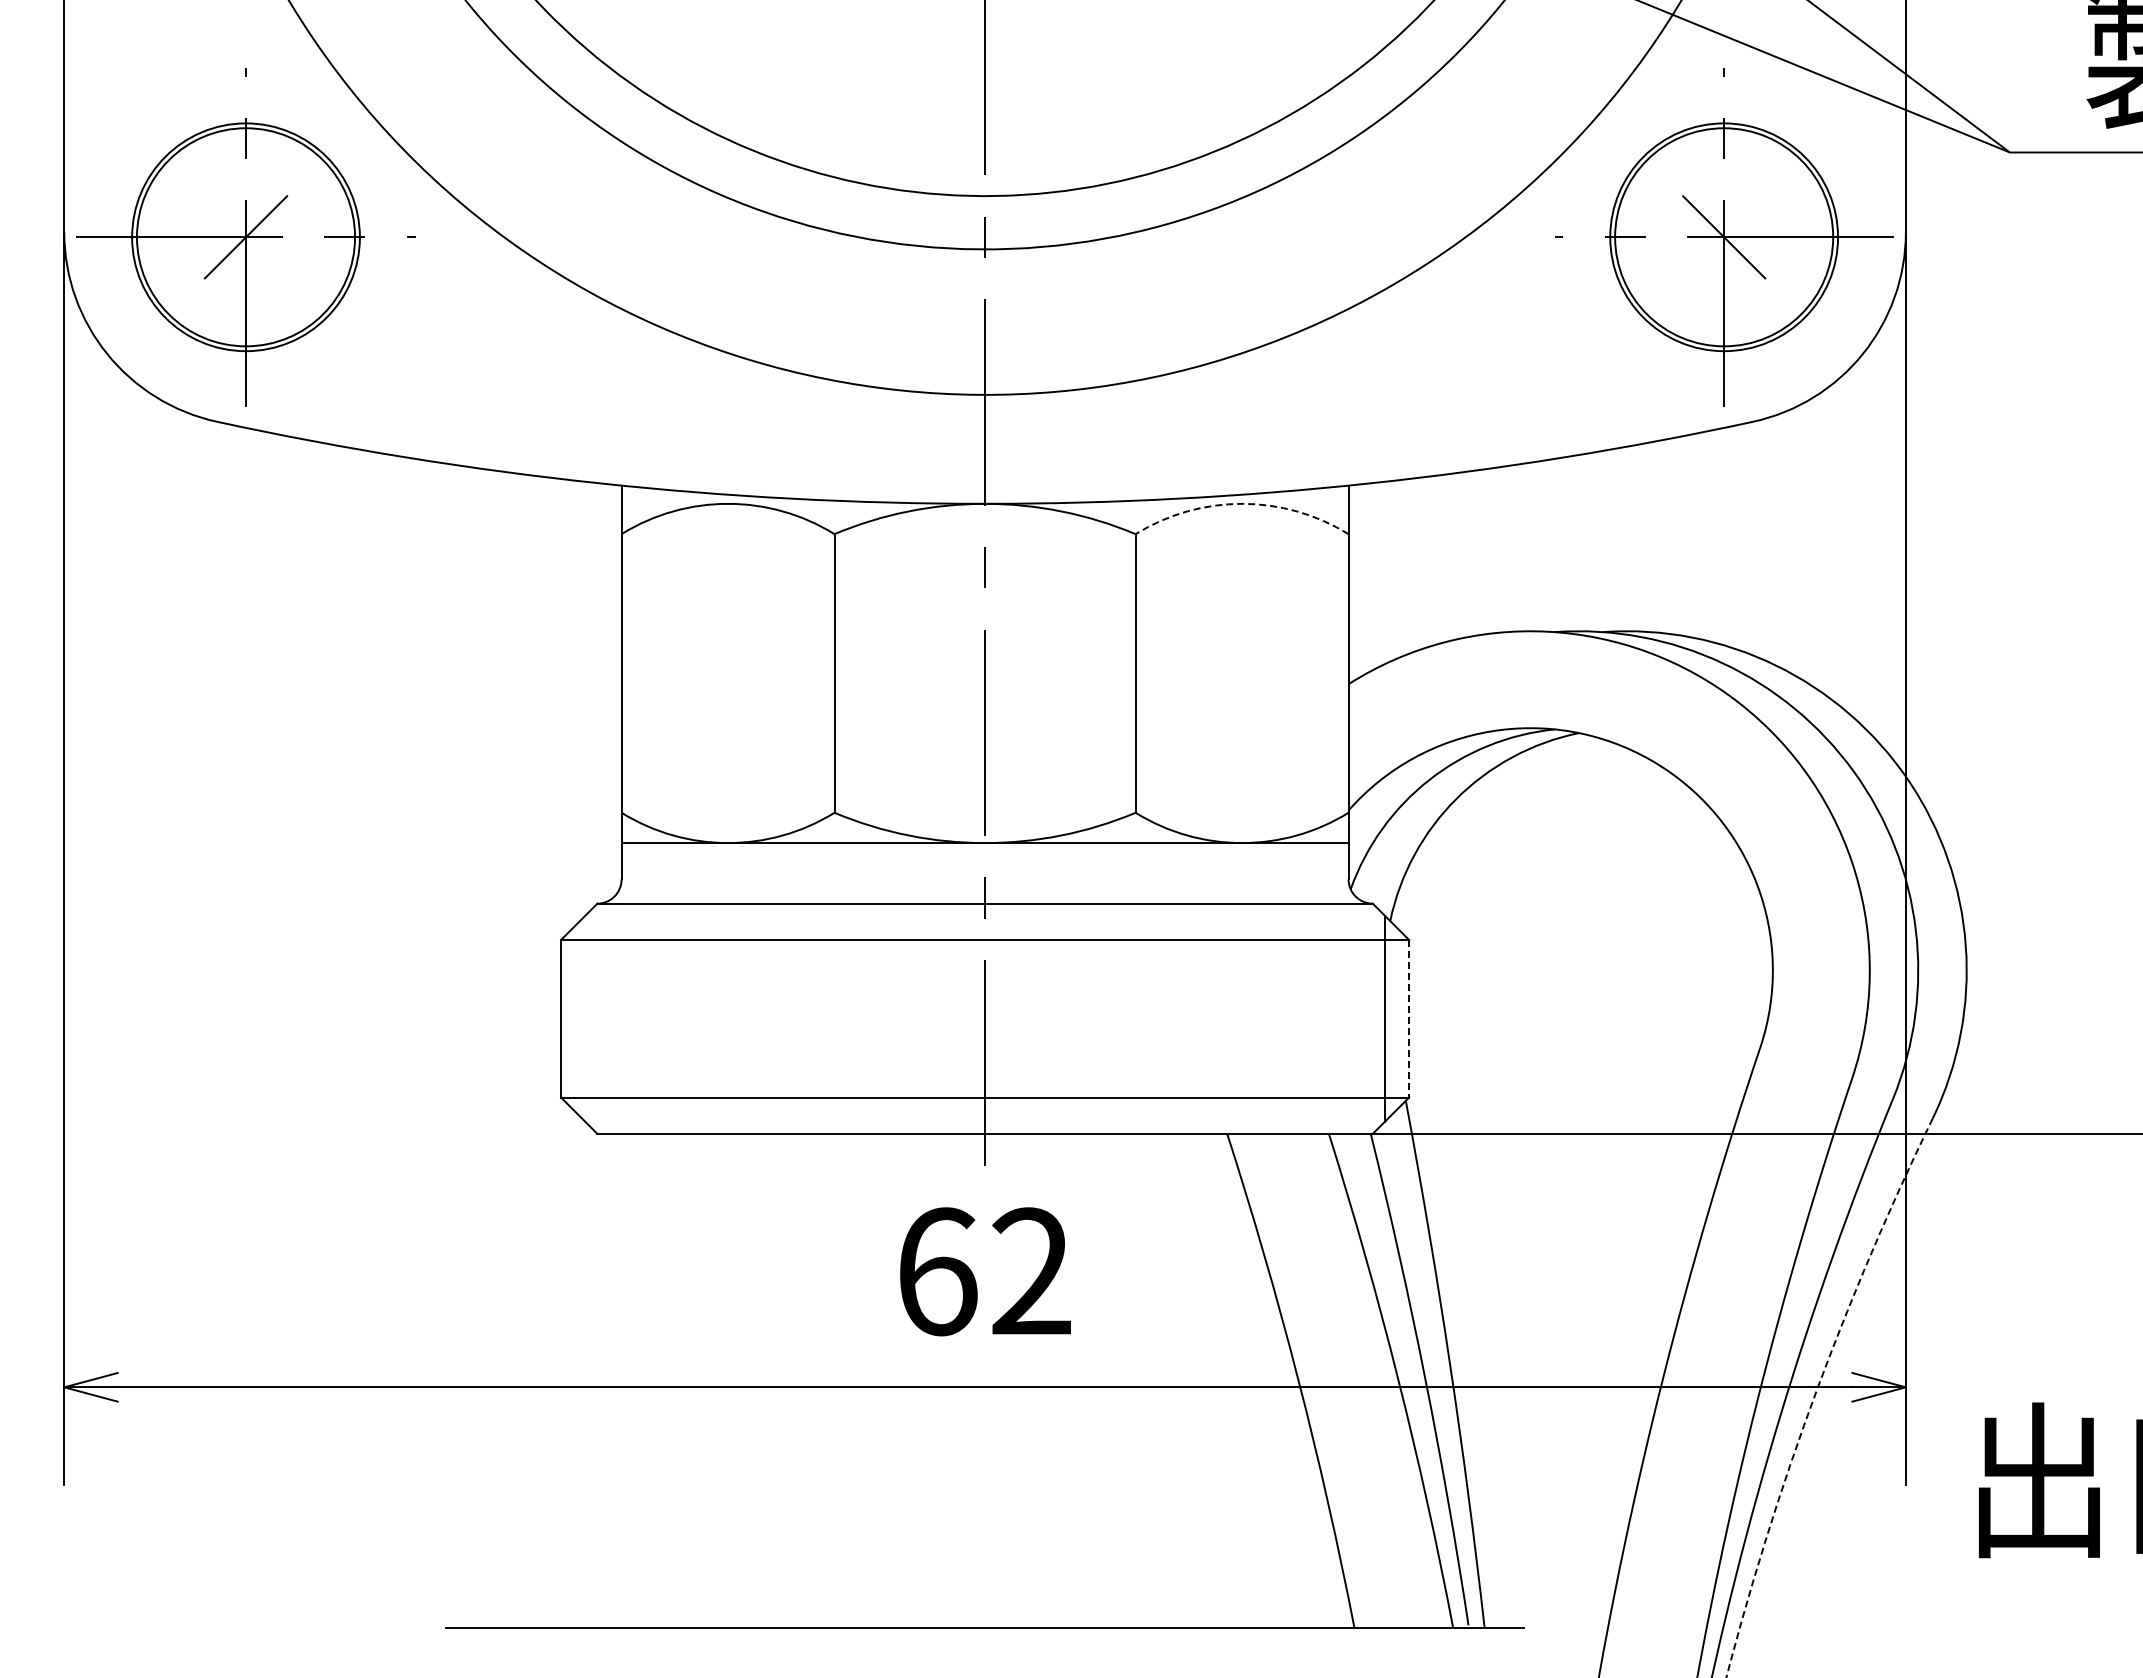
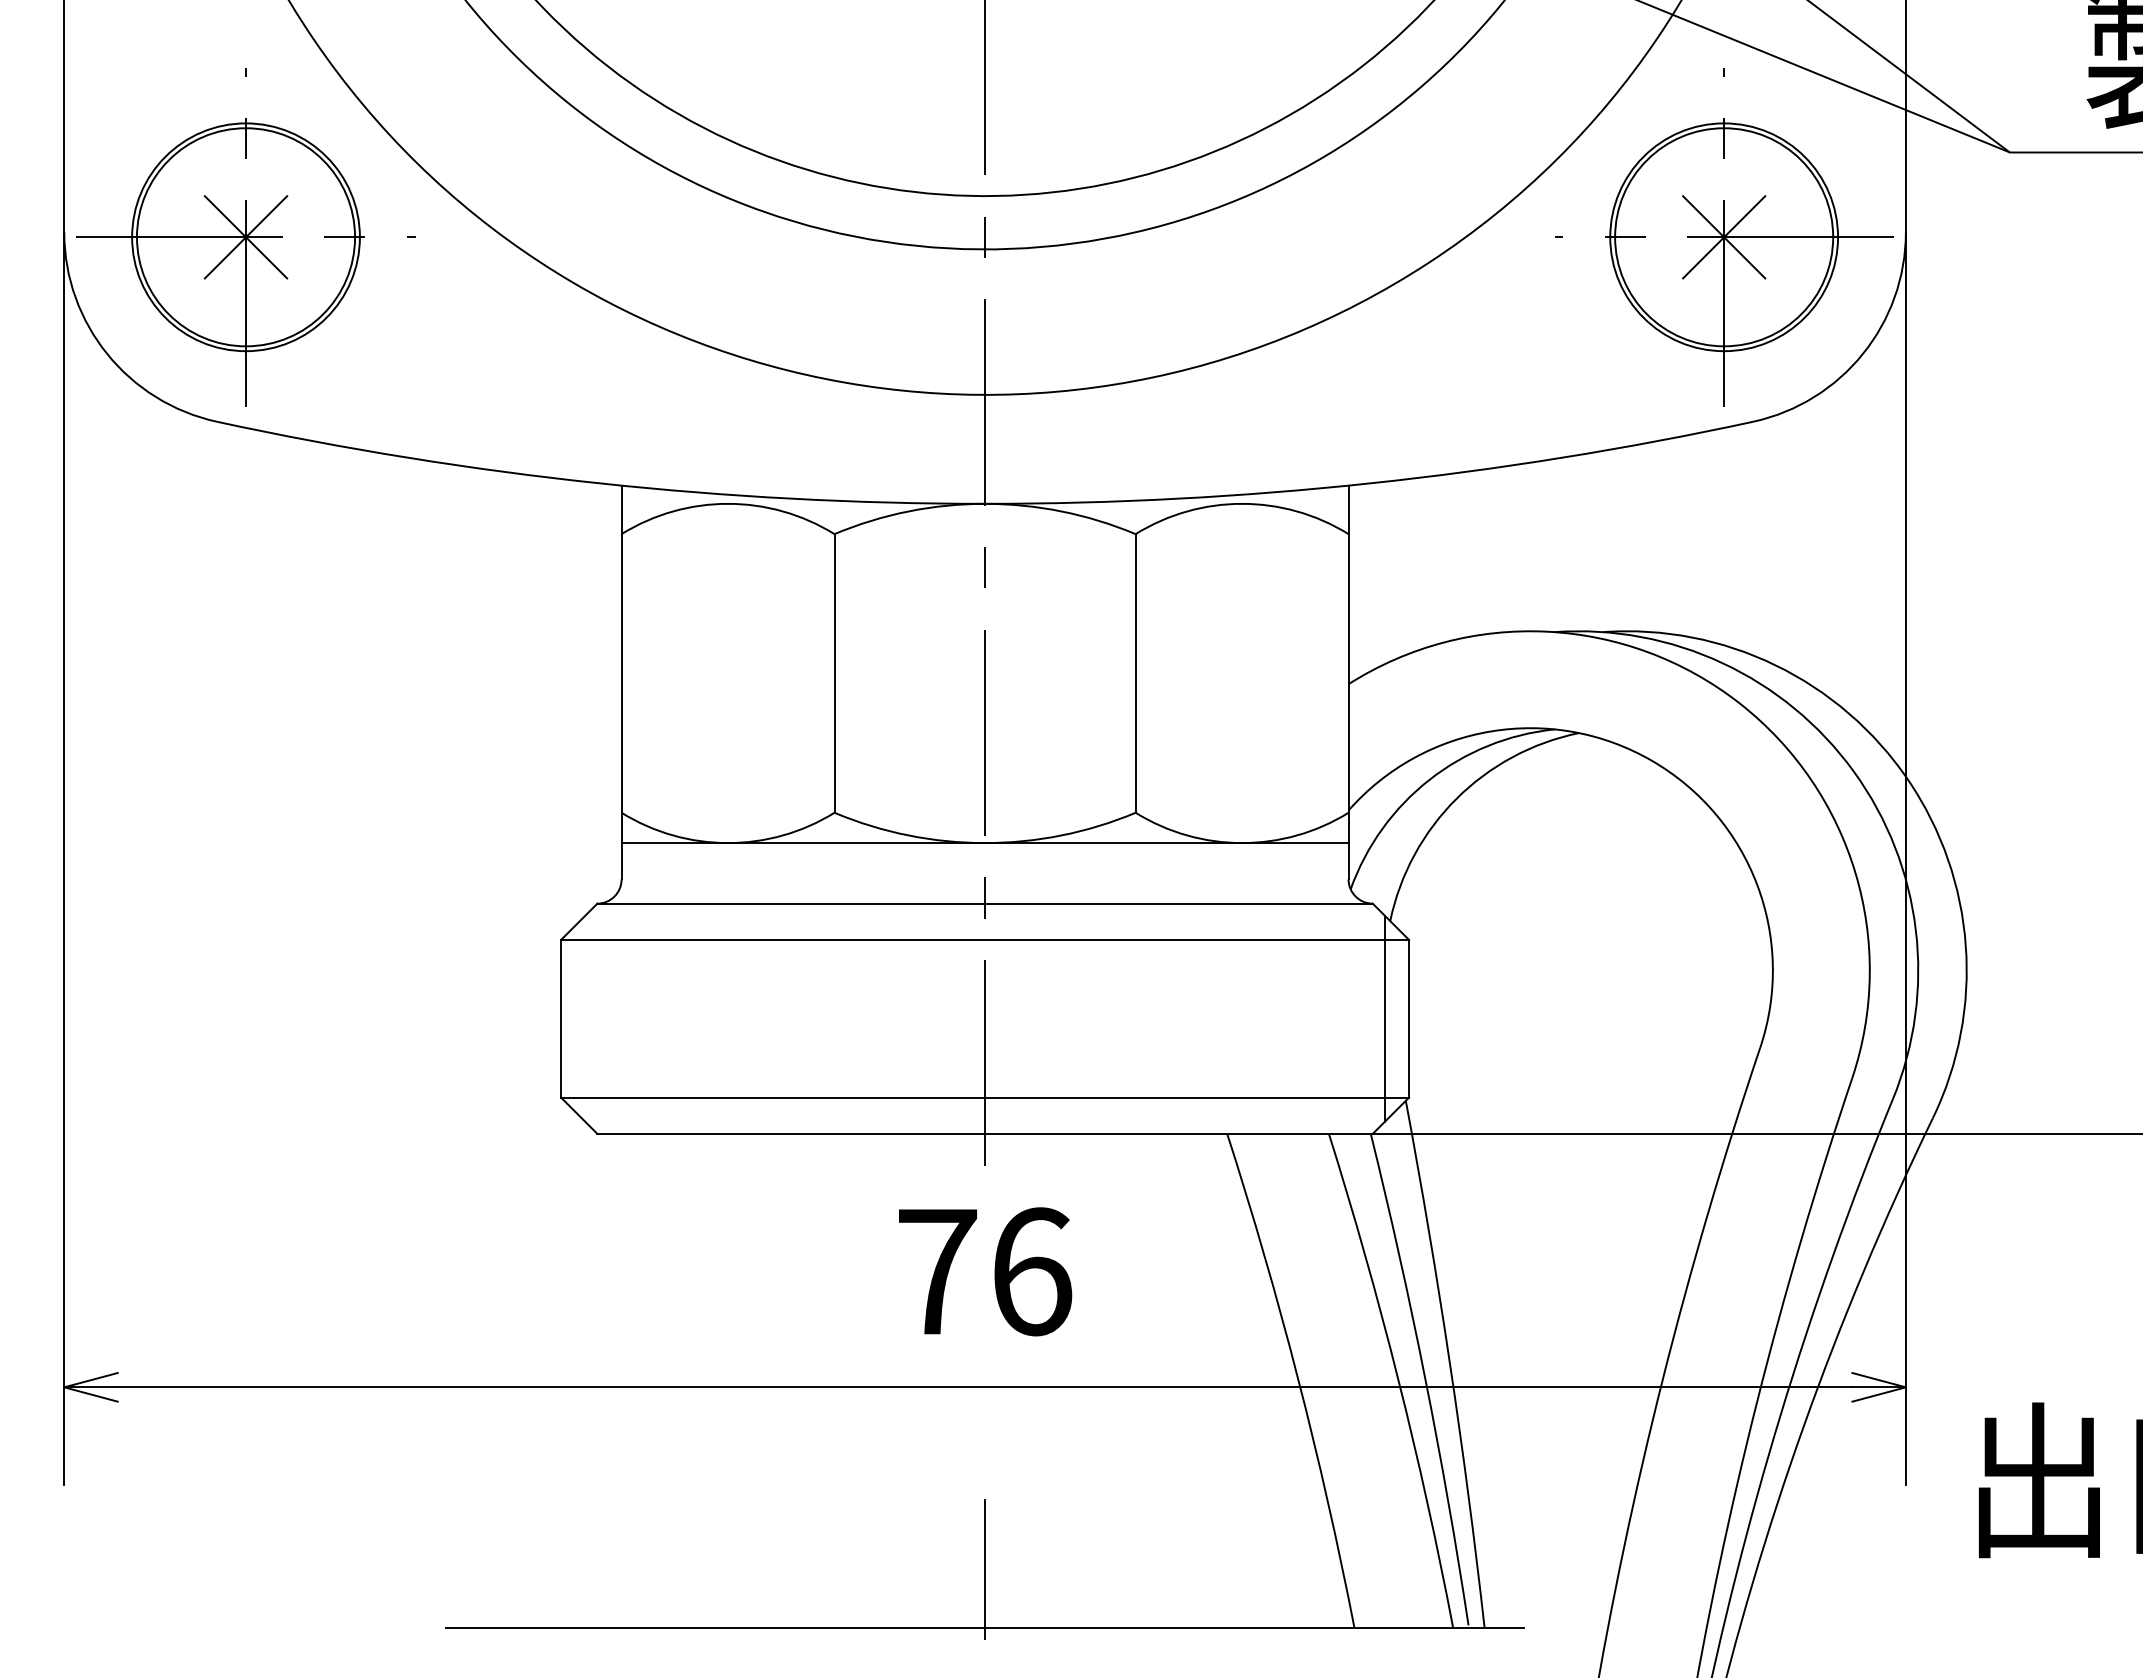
line at (245, 237): none -> present
line at (1724, 237): none -> present
arc at (1242, 503): dashed -> solid
line at (1409, 1018): dashed -> solid
text at (985, 1271): 62 -> 76
arc at (1815, 1393): dashed -> solid
line at (985, 1569): none -> present
